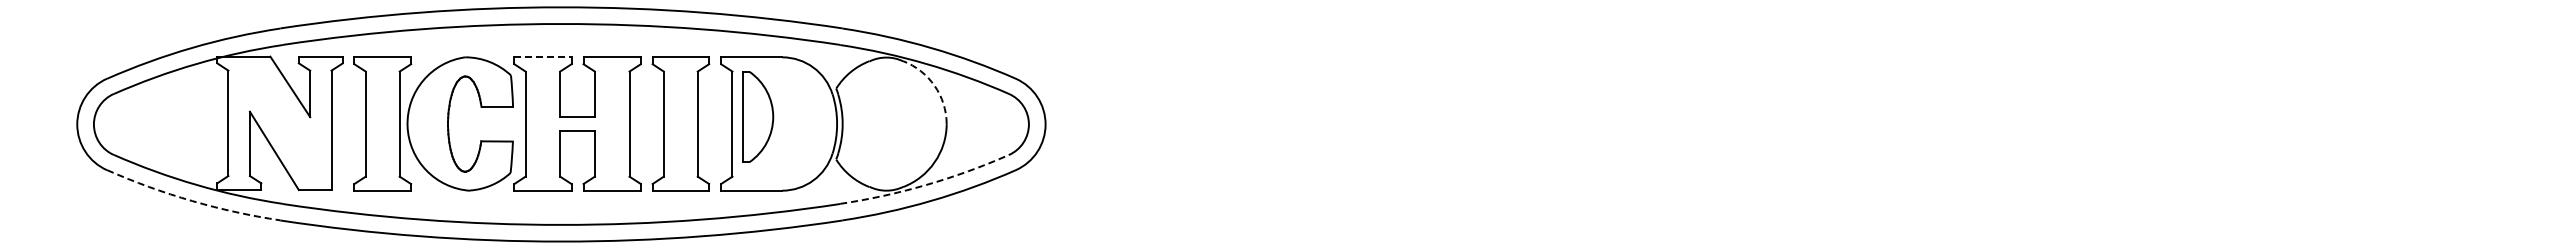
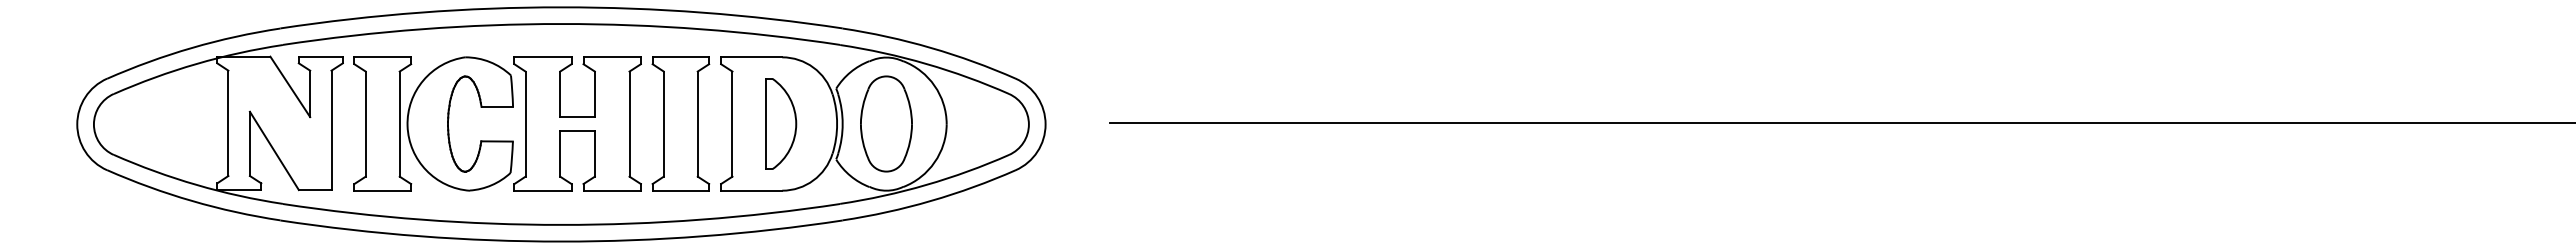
line at (542, 57): dashed -> solid
arc at (934, 85): dashed -> solid
part at (758, 116) position: (758, 116) -> (781, 123)
line at (1841, 122): none -> present
part at (886, 123): none -> present
arc at (926, 184): dashed -> solid
arc at (192, 201): dashed -> solid
